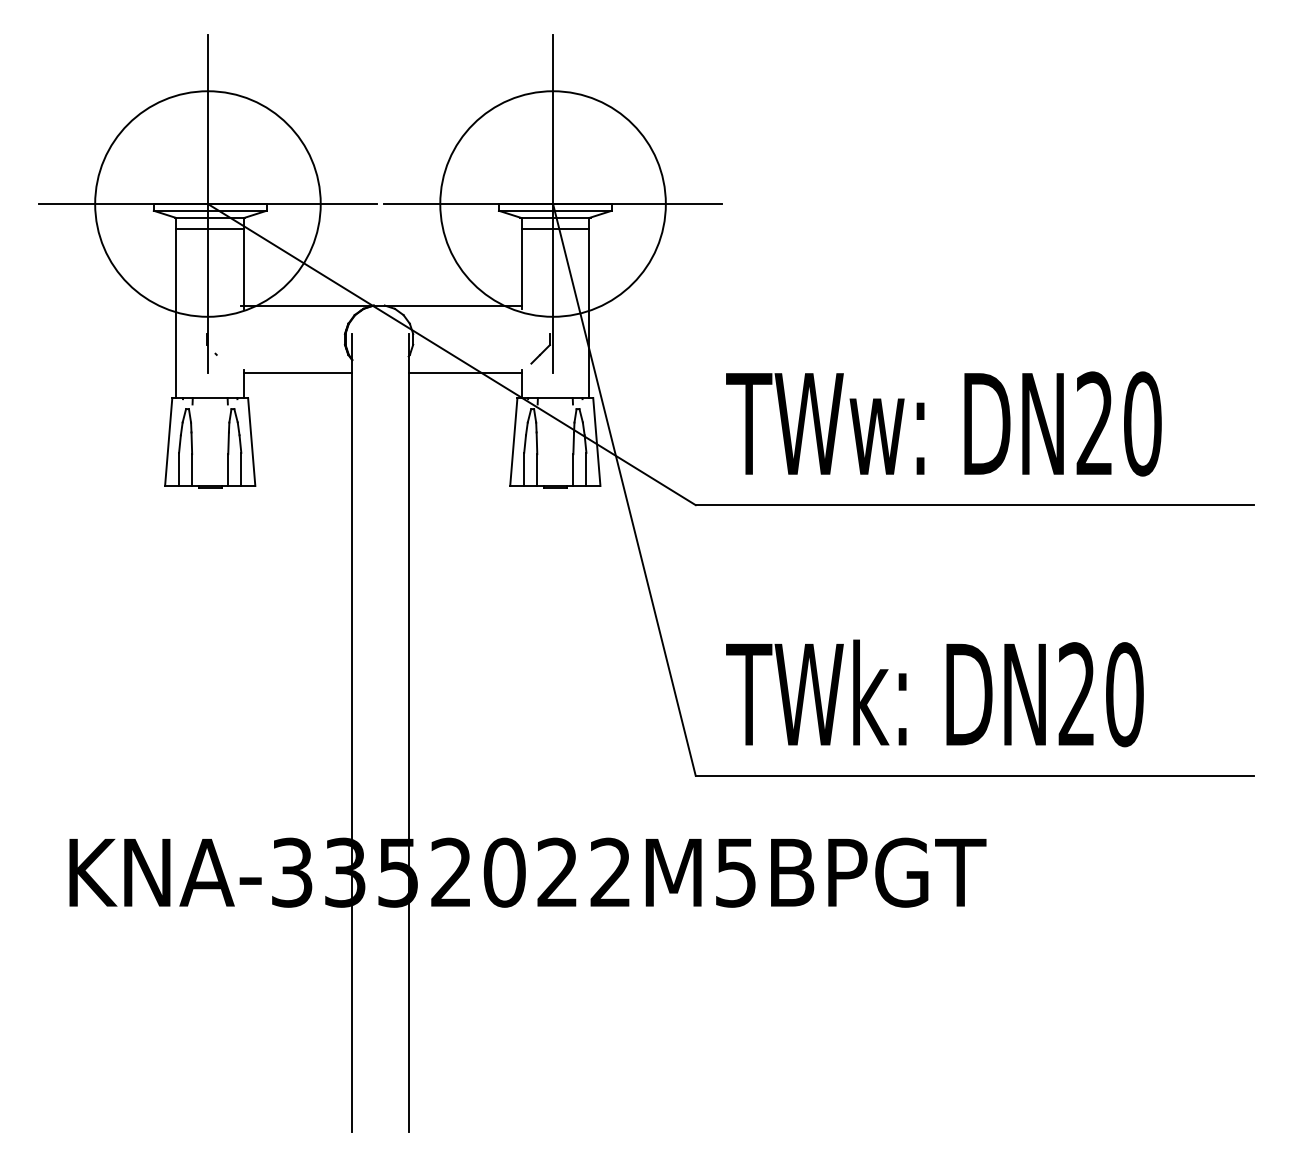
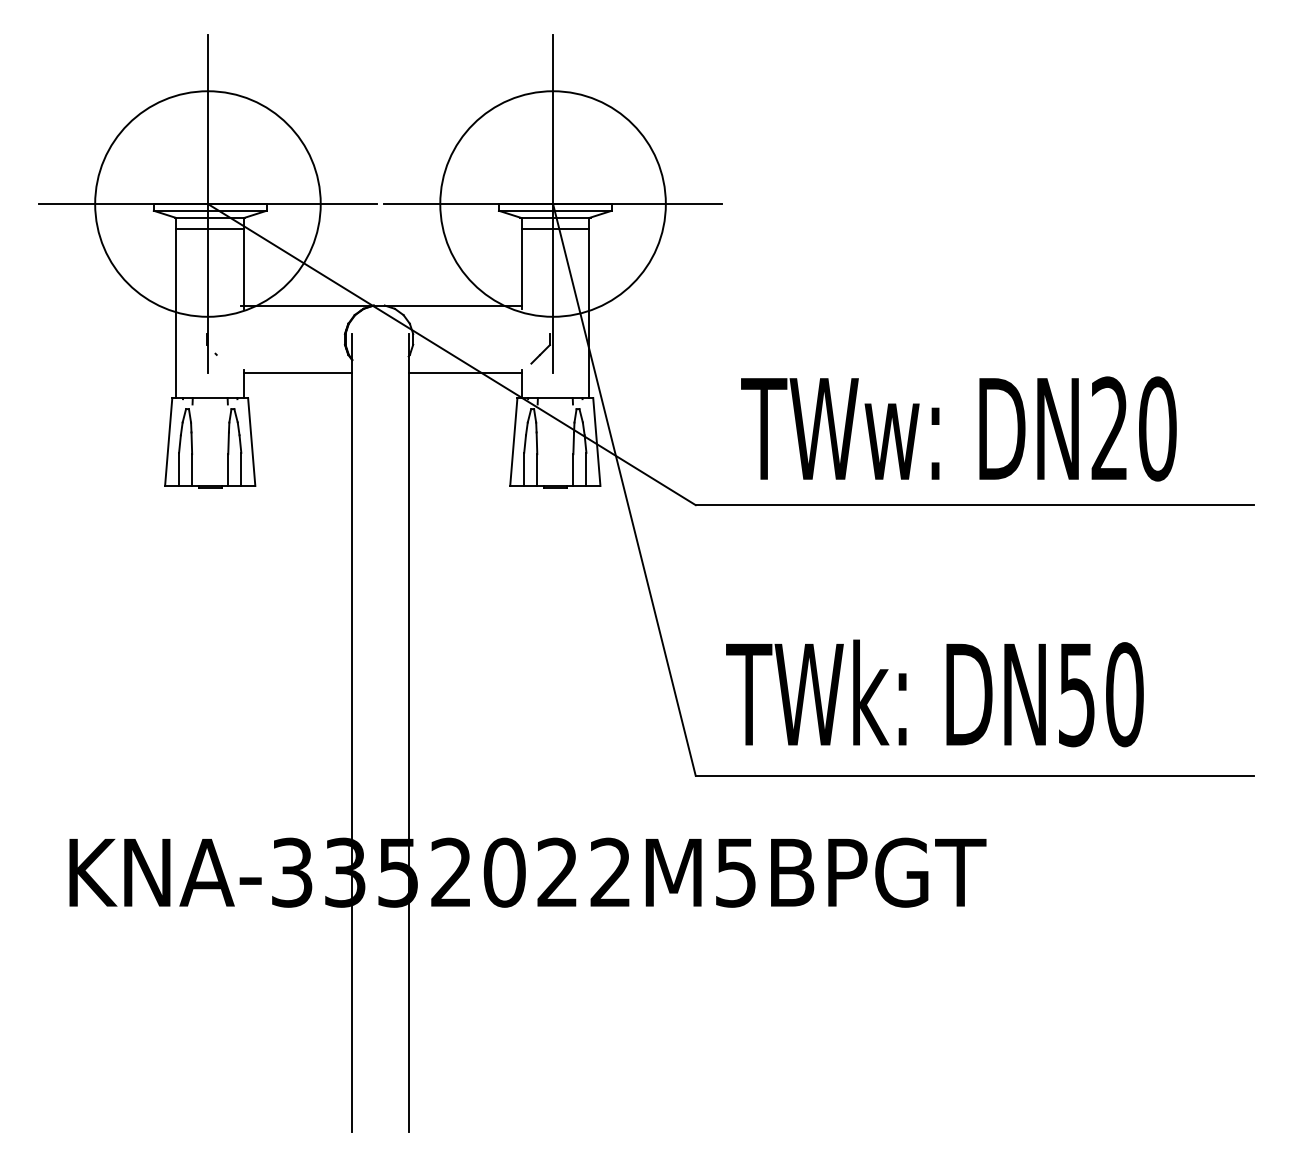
text at (943, 423) position: (943, 423) -> (958, 428)
text at (1076, 694): DN20 -> DN50
